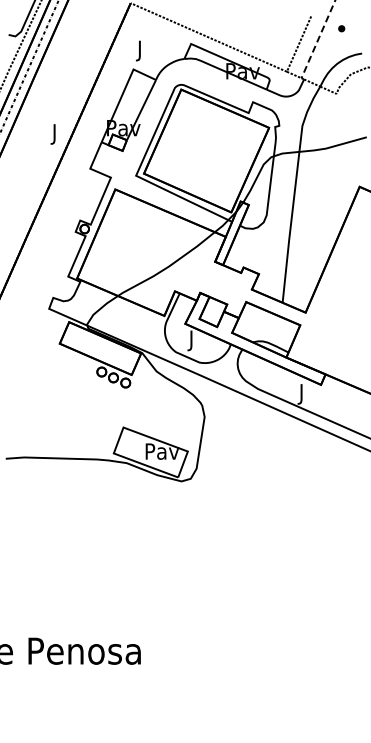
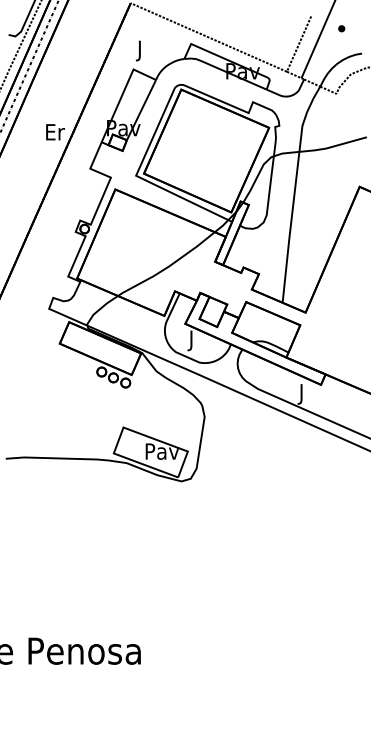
line at (317, 40): dashed -> solid
text at (55, 134): J -> Er
